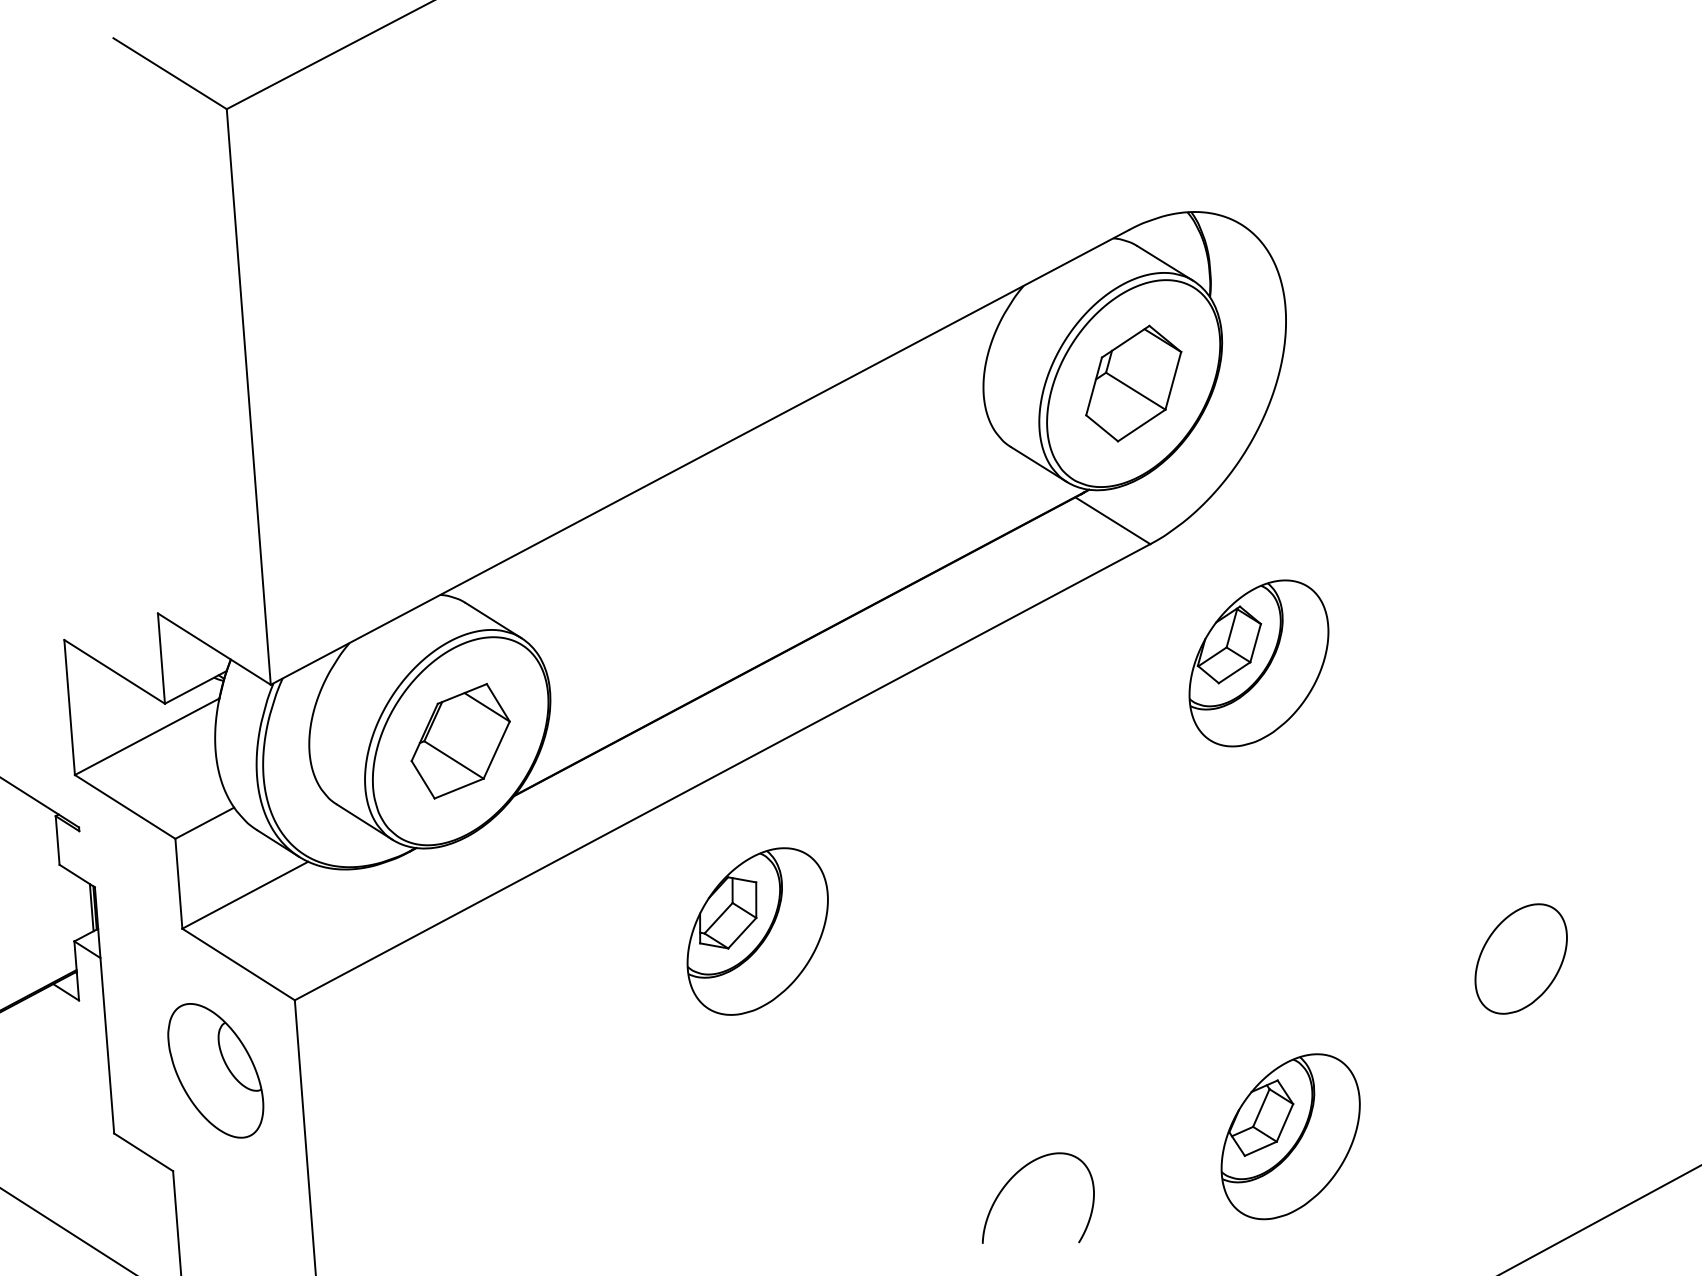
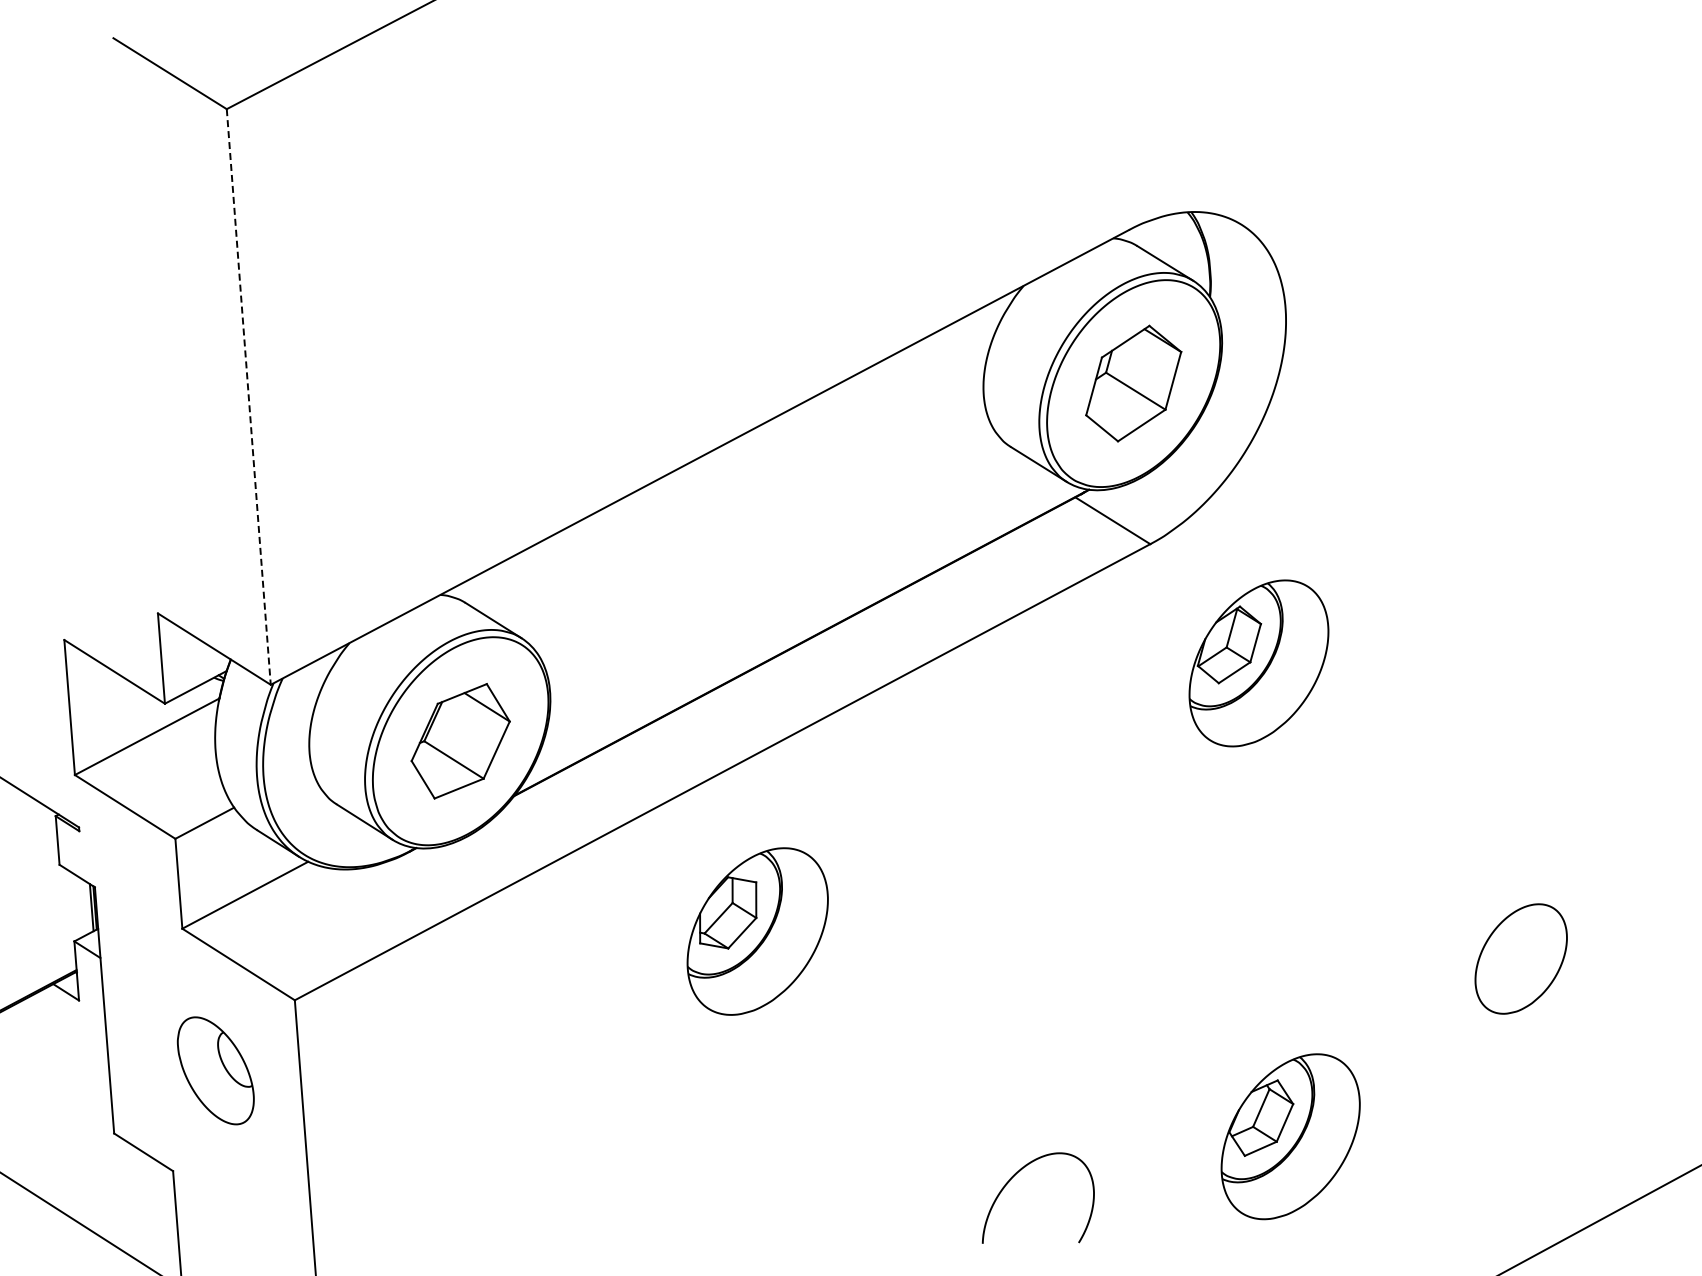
line at (248, 396): solid -> dashed
part at (215, 1070) size: 98x136 px -> 79x110 px
line at (67, 1230) position: (67, 1230) -> (79, 1223)
